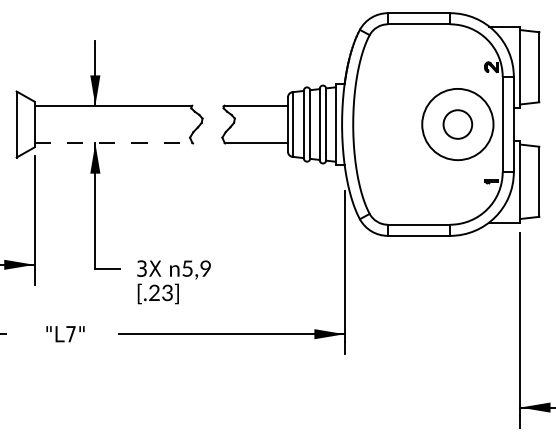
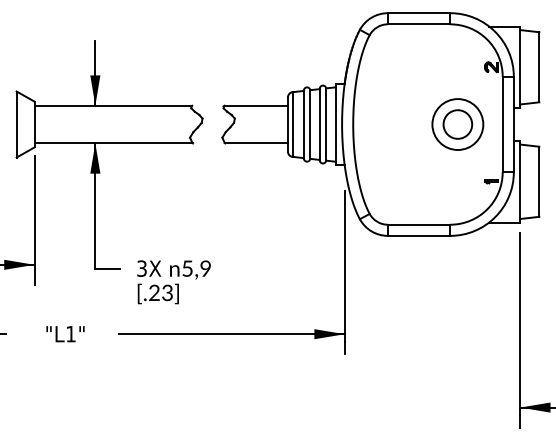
circle at (457, 124) diameter: 71 px -> 51 px
line at (114, 143): dashed -> solid
text at (70, 334): "L7" -> "L1"
